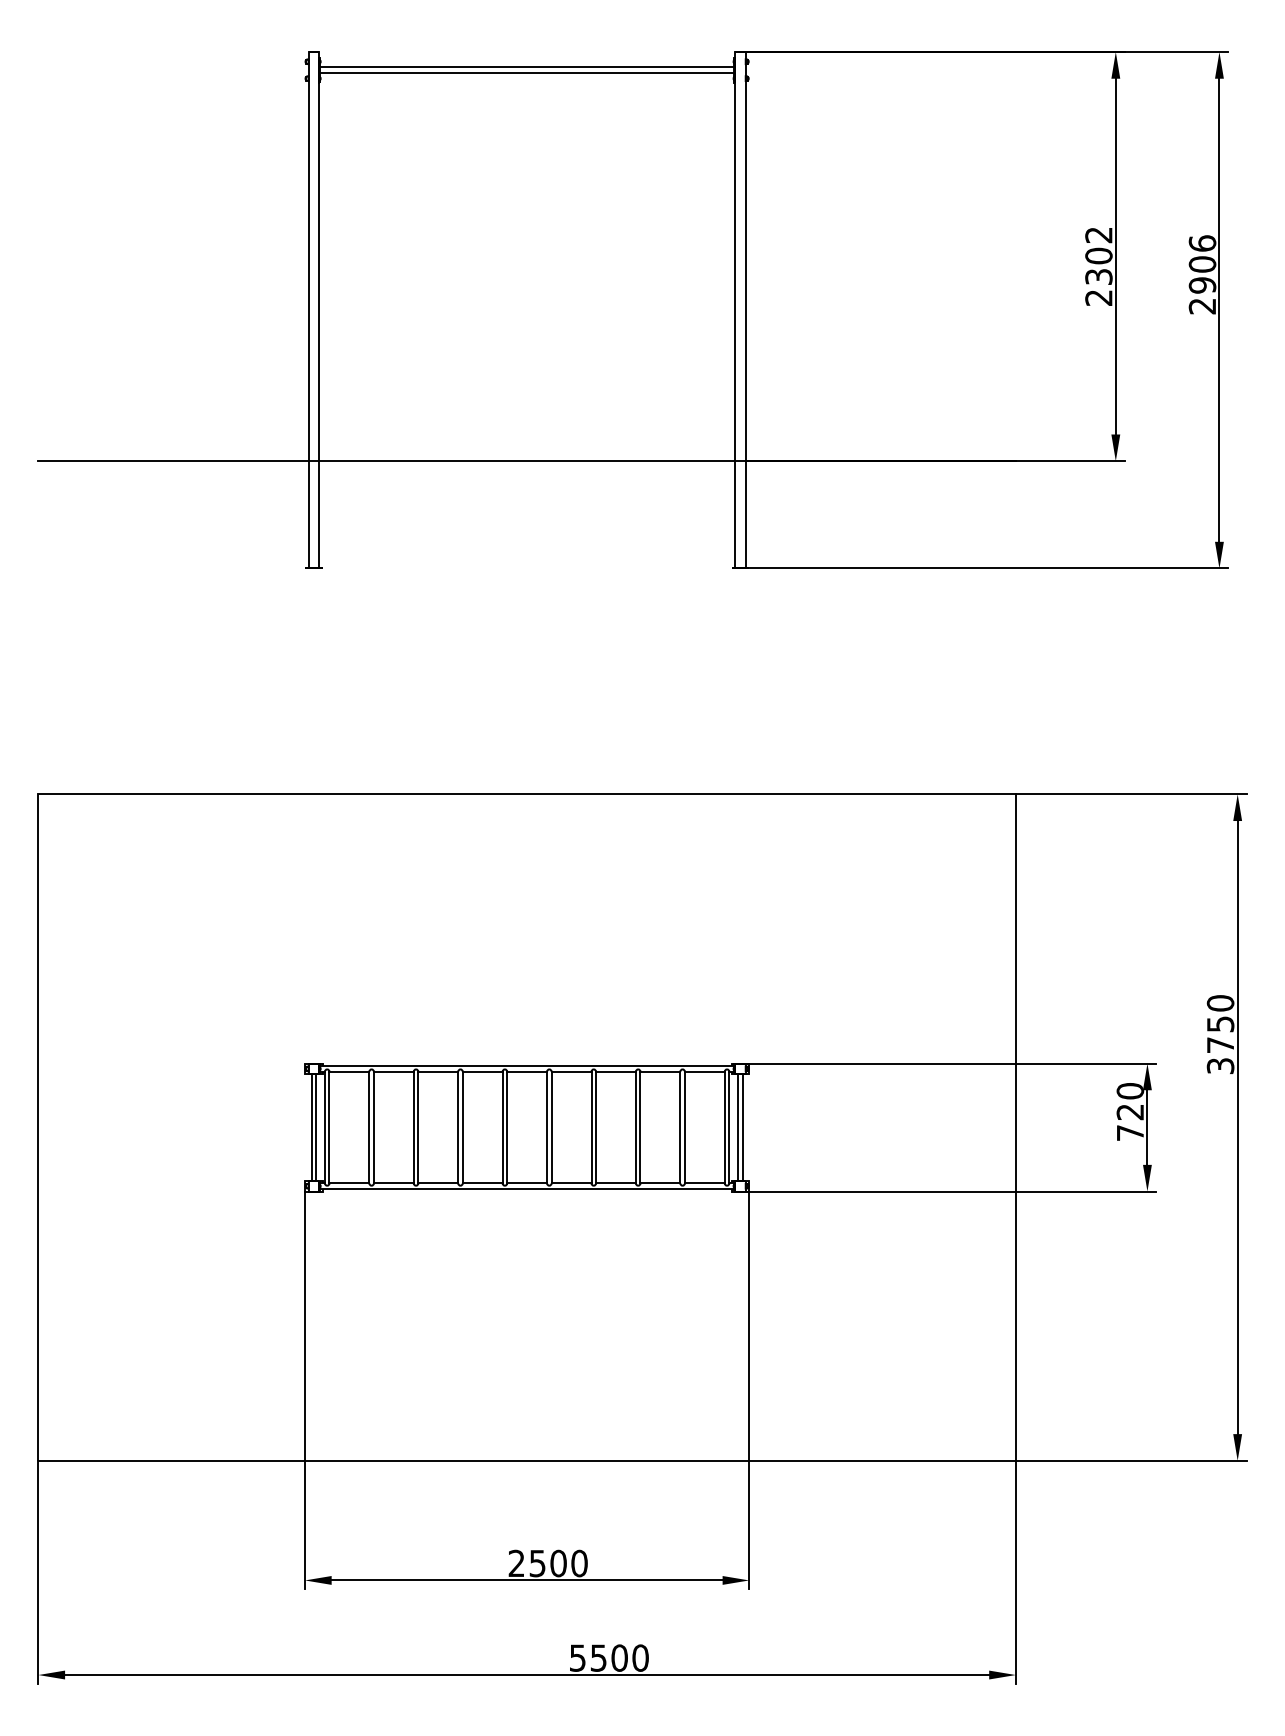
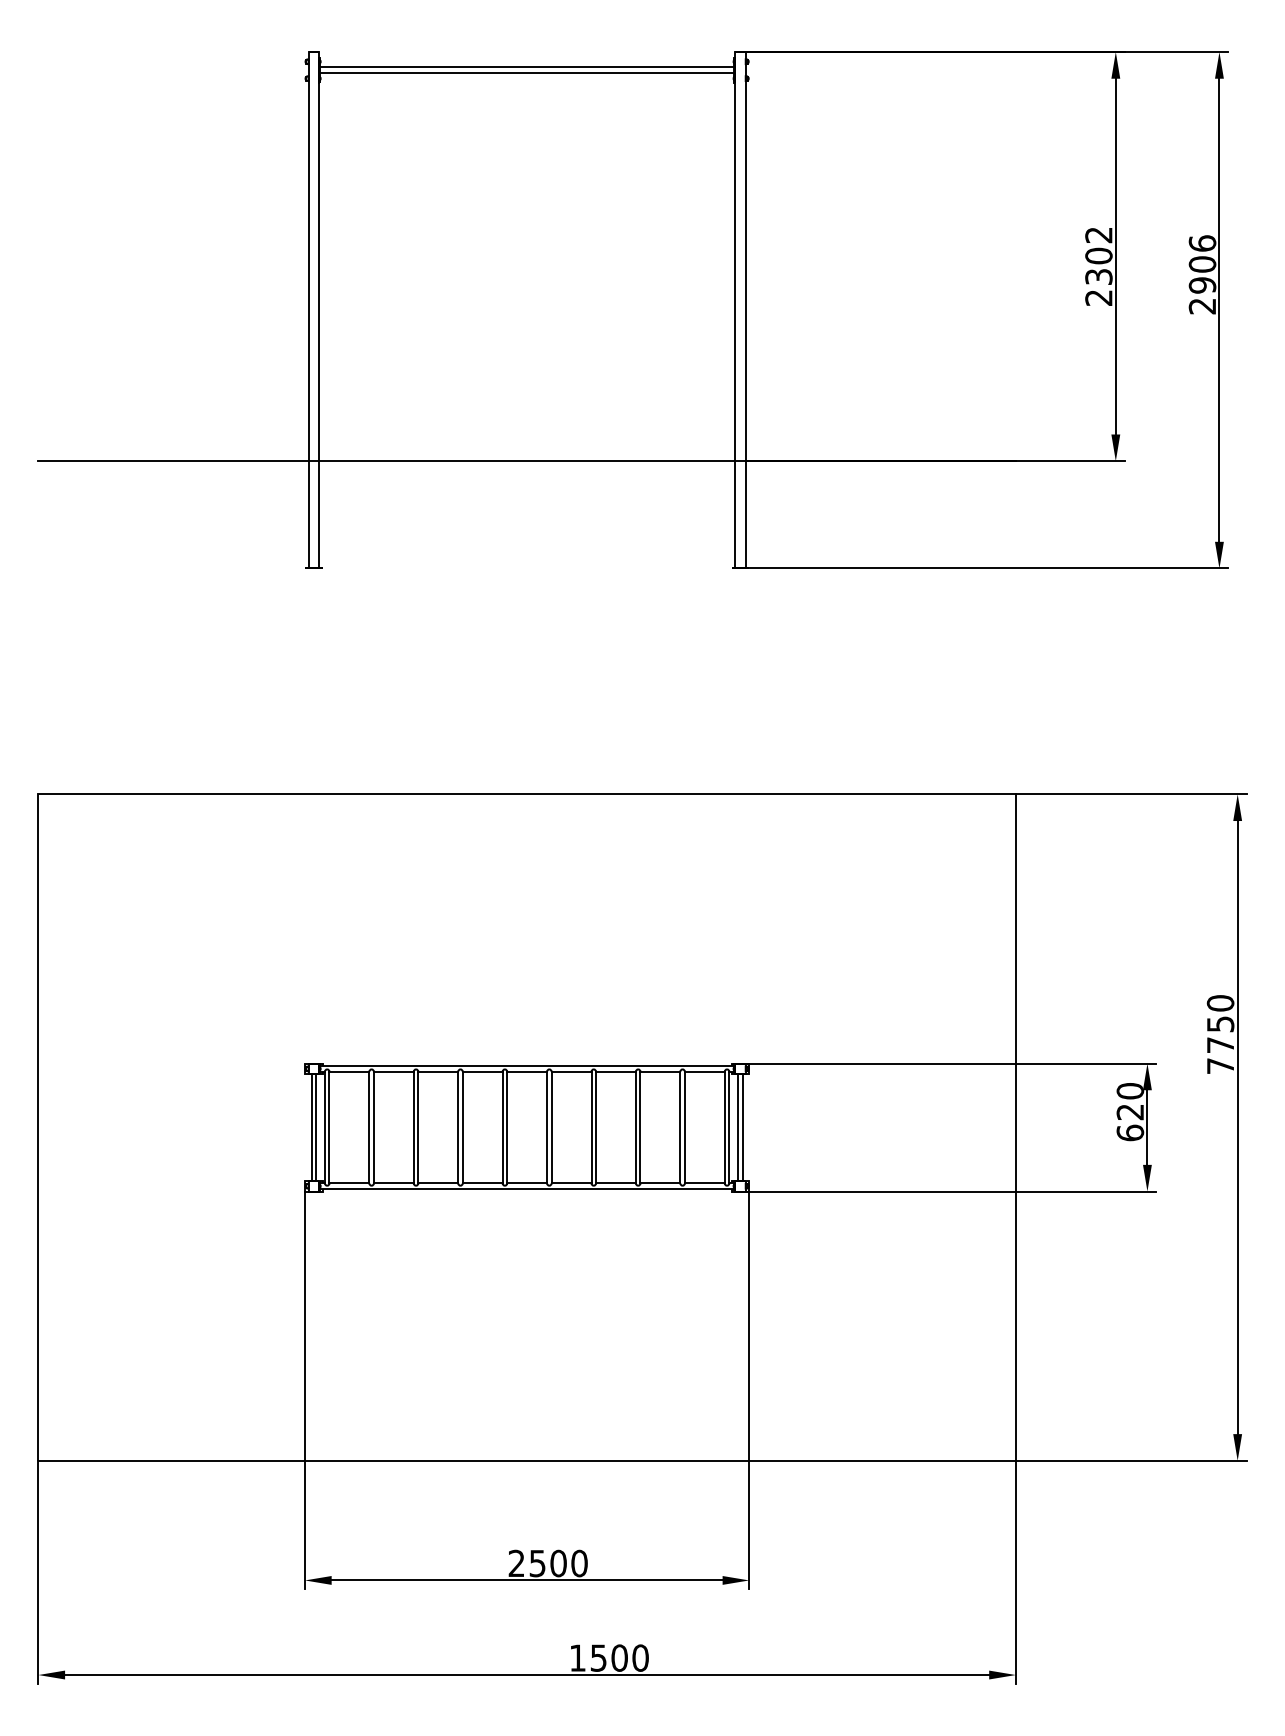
text at (1220, 1066): 3750 -> 7750
text at (1130, 1132): 720 -> 620
text at (577, 1657): 5500 -> 1500
